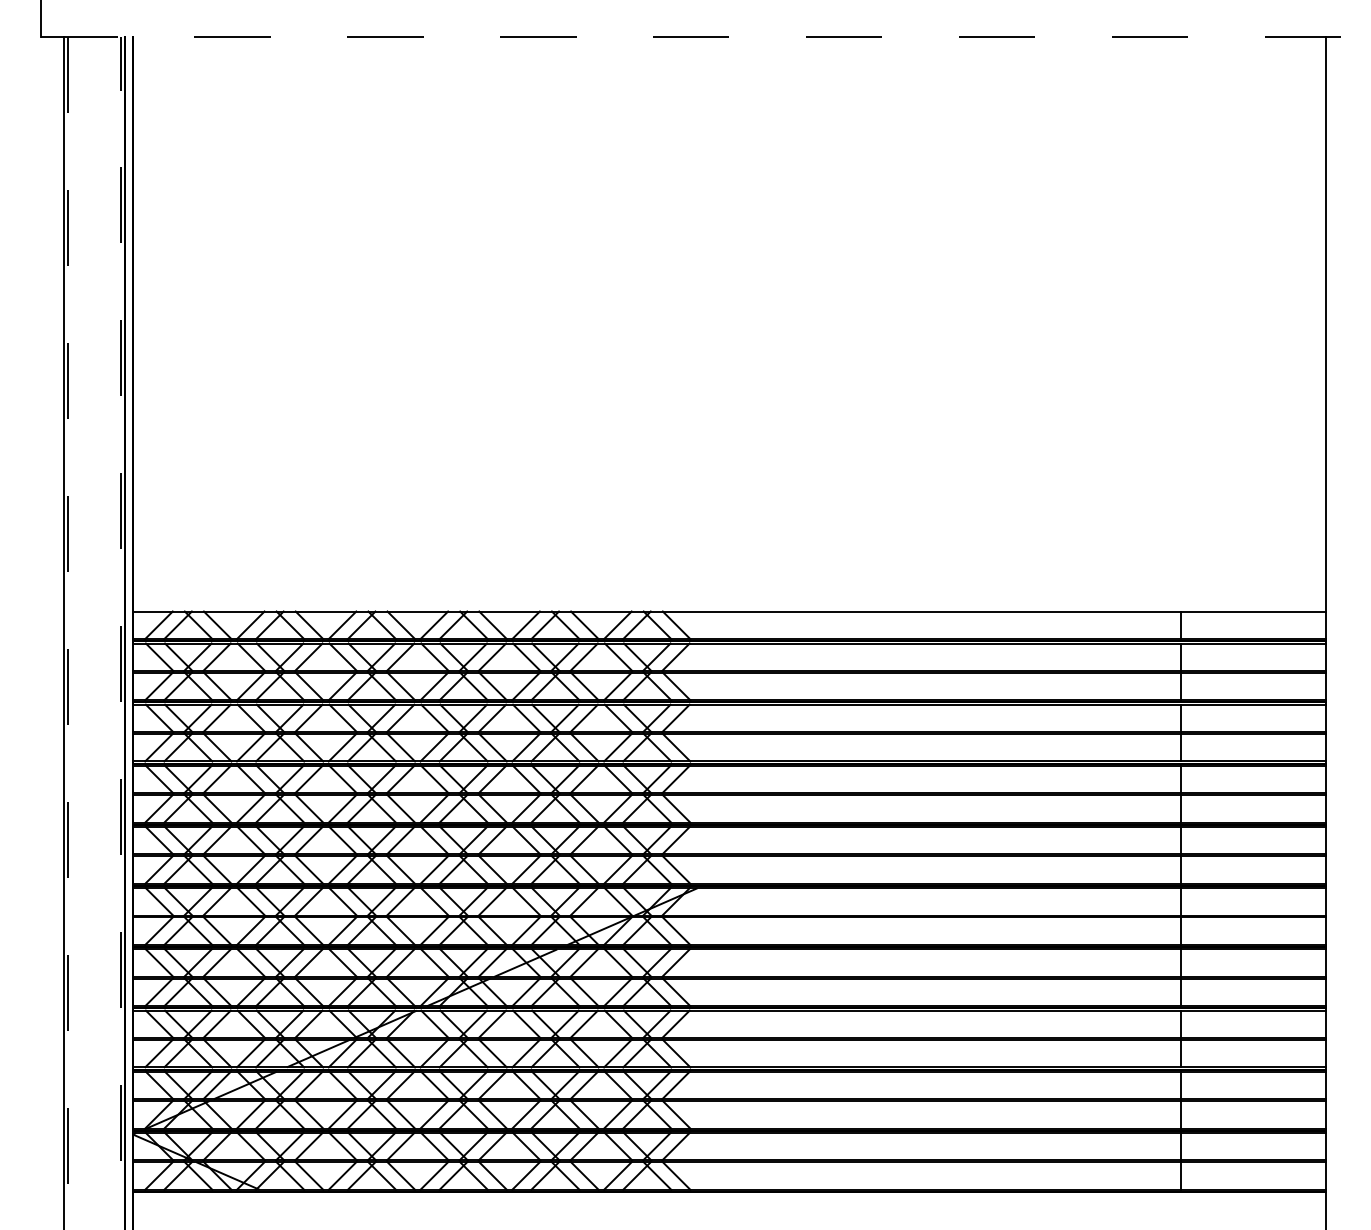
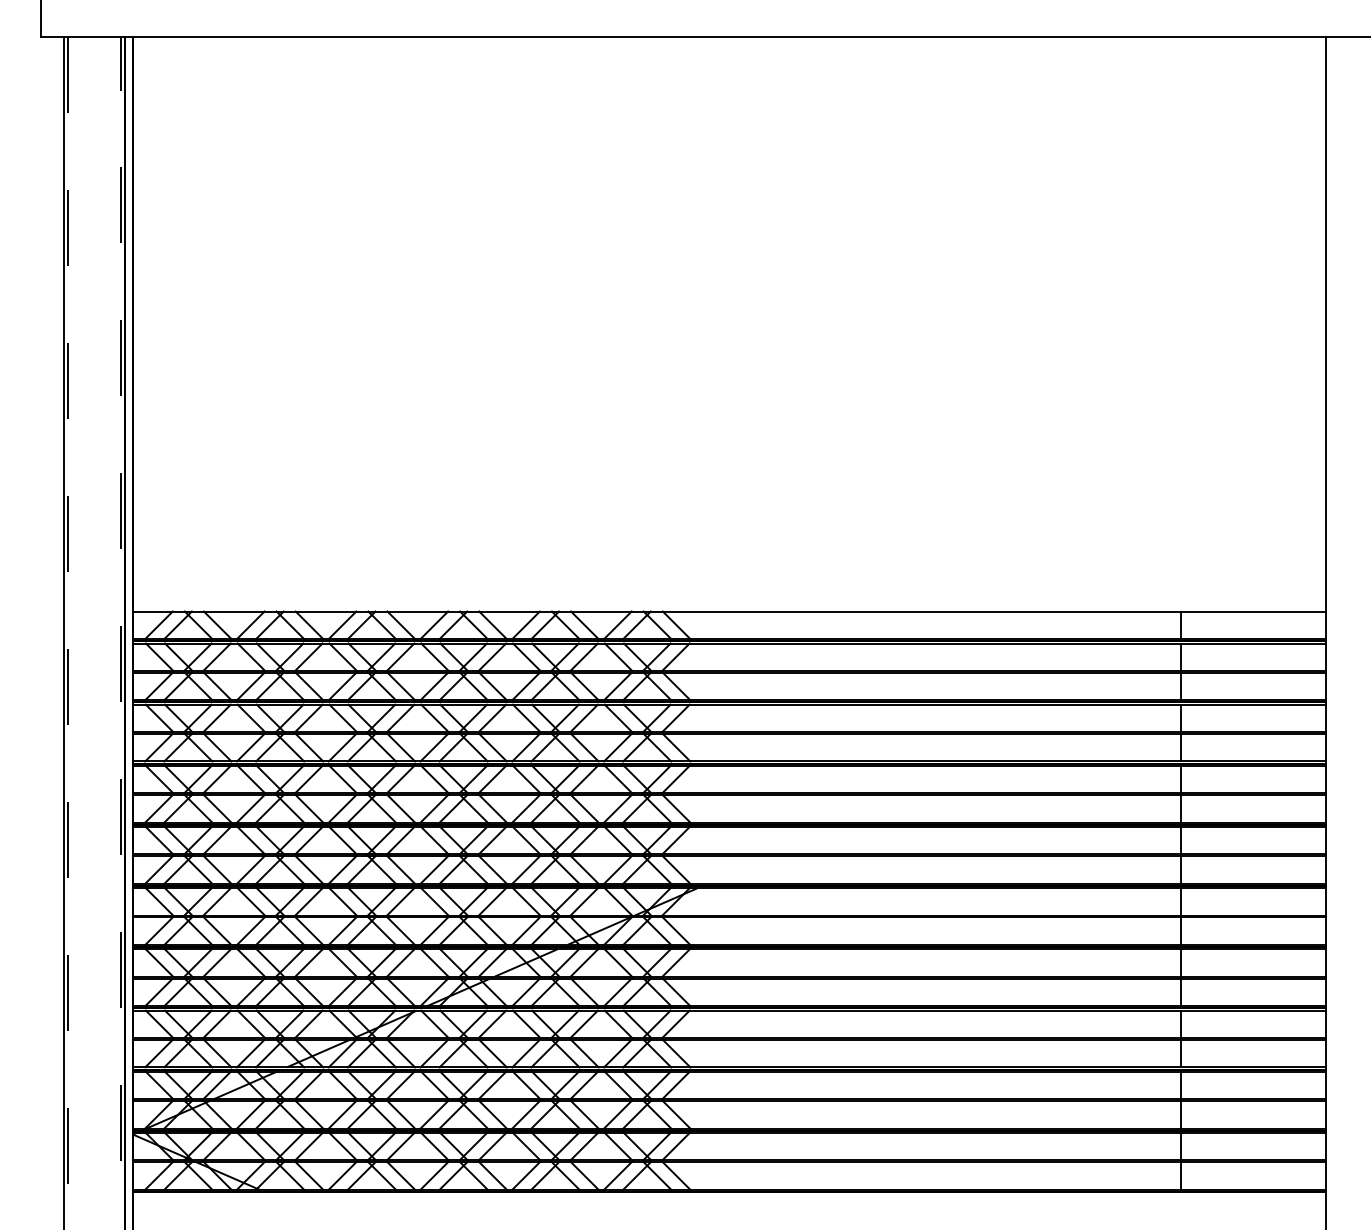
line at (706, 36): dashed -> solid
